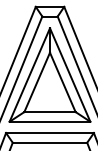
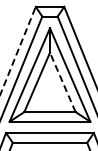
line at (18, 50): solid -> dashed
line at (62, 81): solid -> dashed
